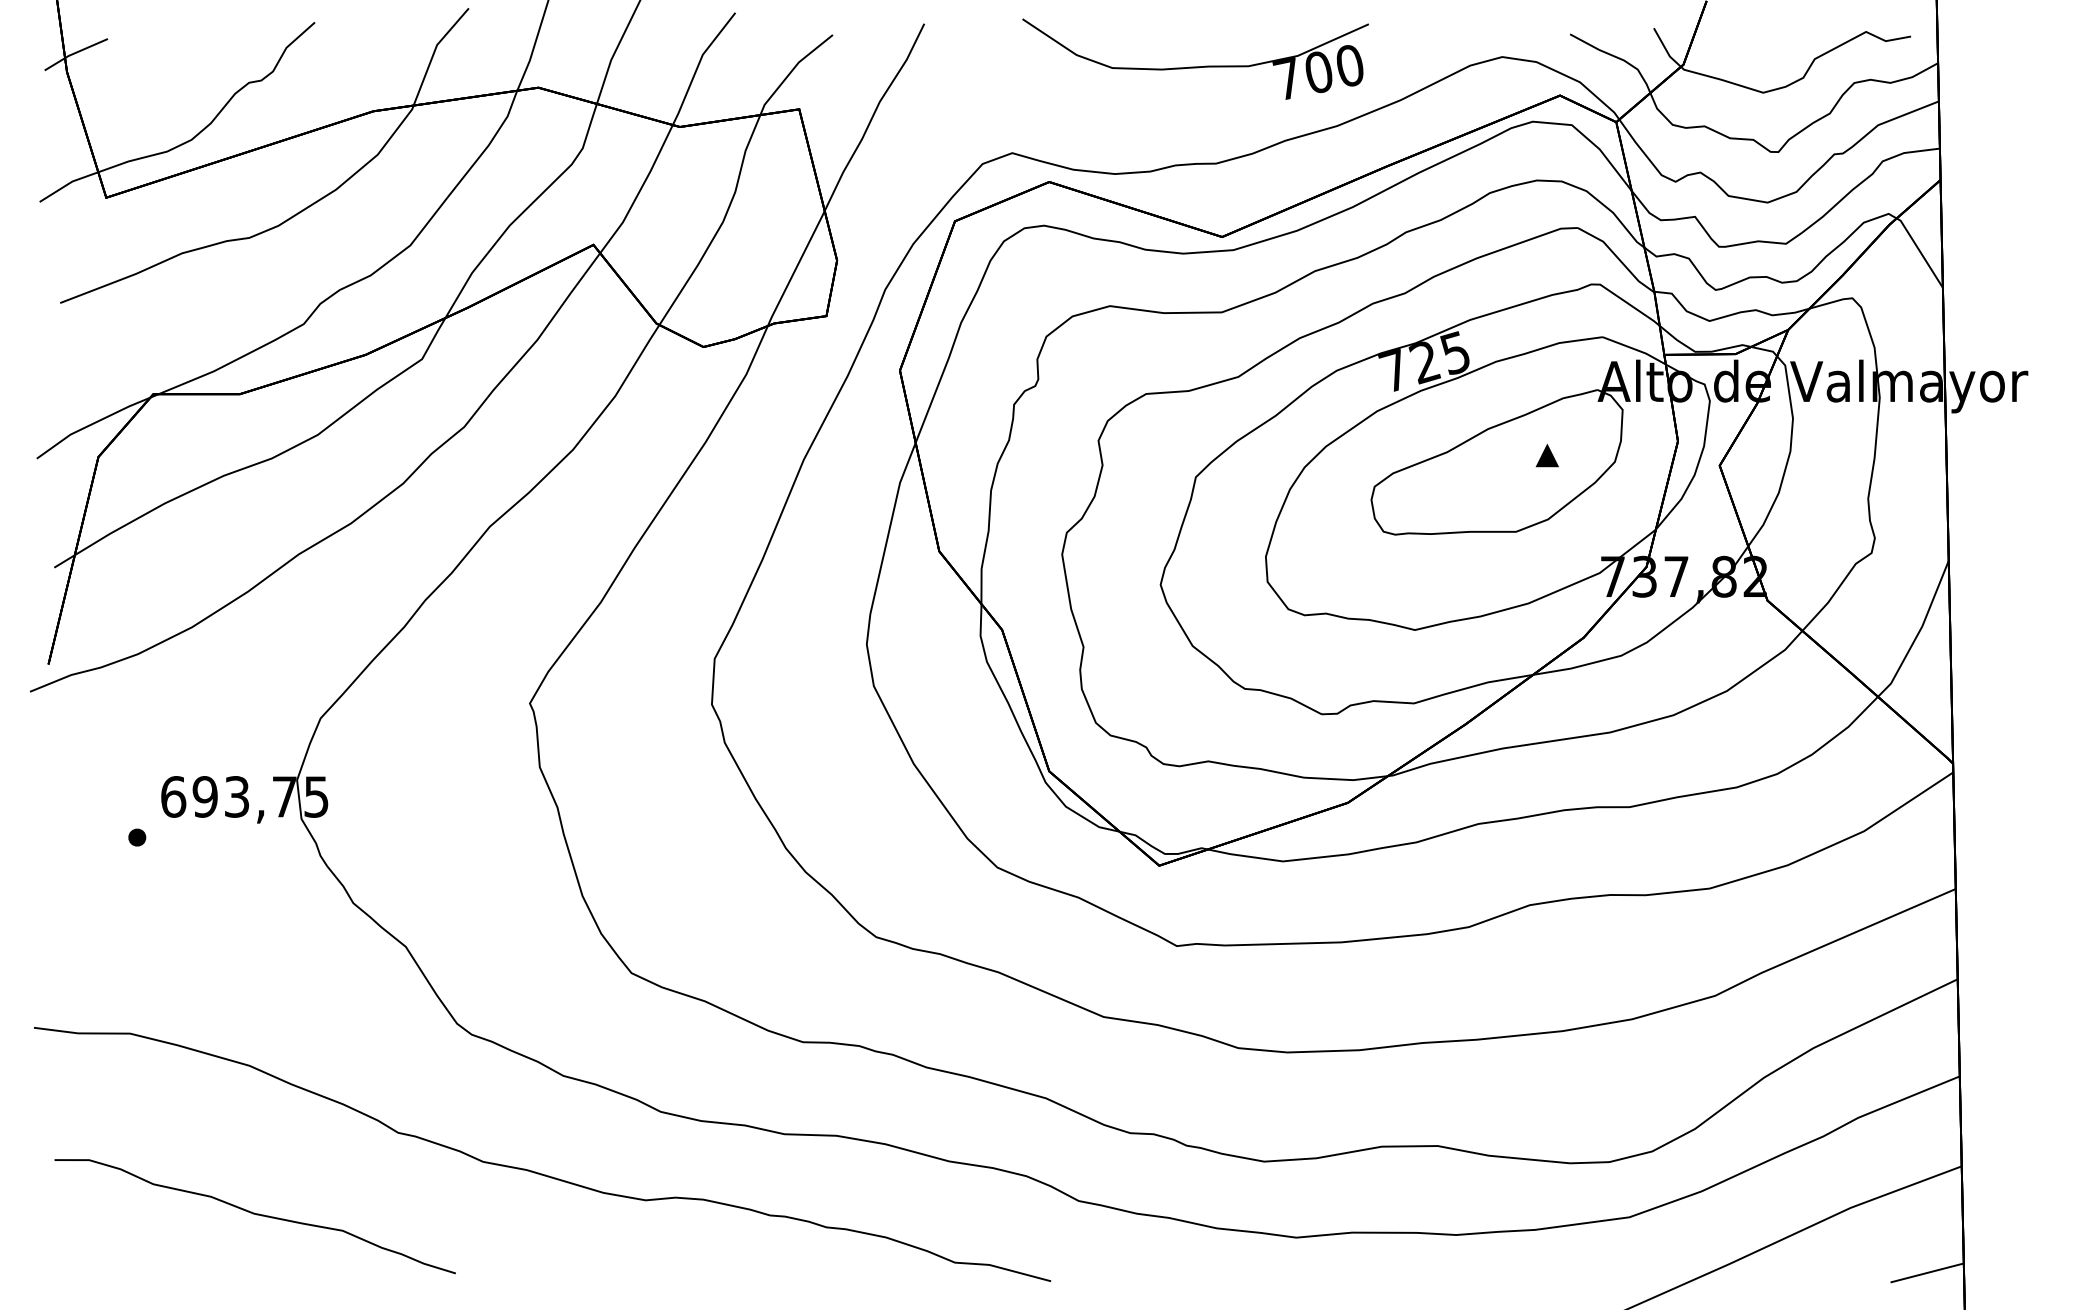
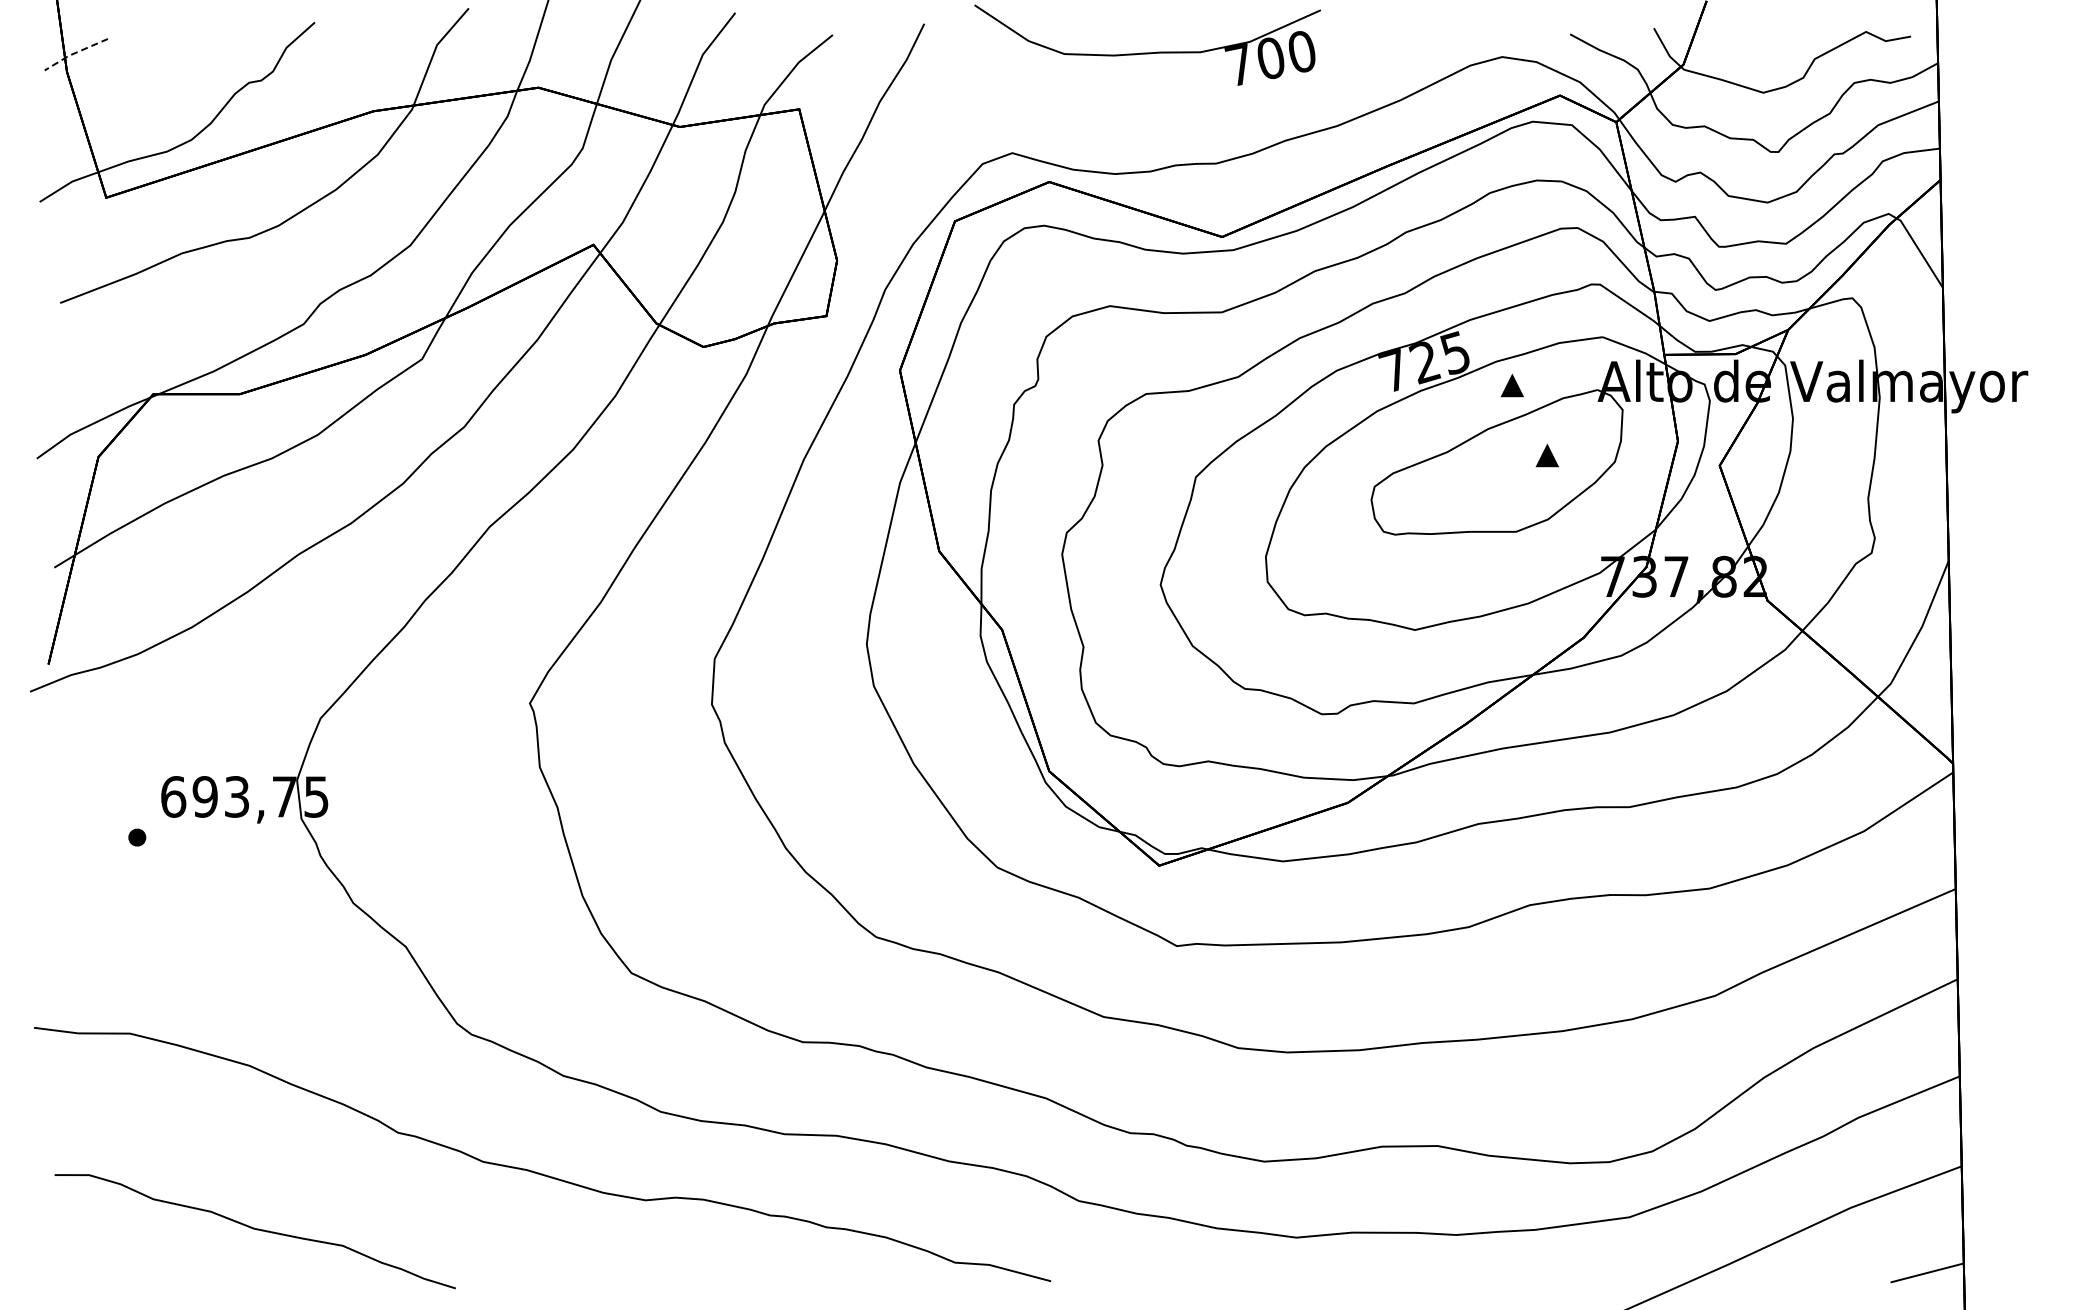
line at (74, 53): solid -> dashed
part at (1195, 66) position: (1195, 66) -> (1147, 52)
part at (1511, 385): none -> present
curve at (254, 1214) position: (254, 1214) -> (254, 1229)
